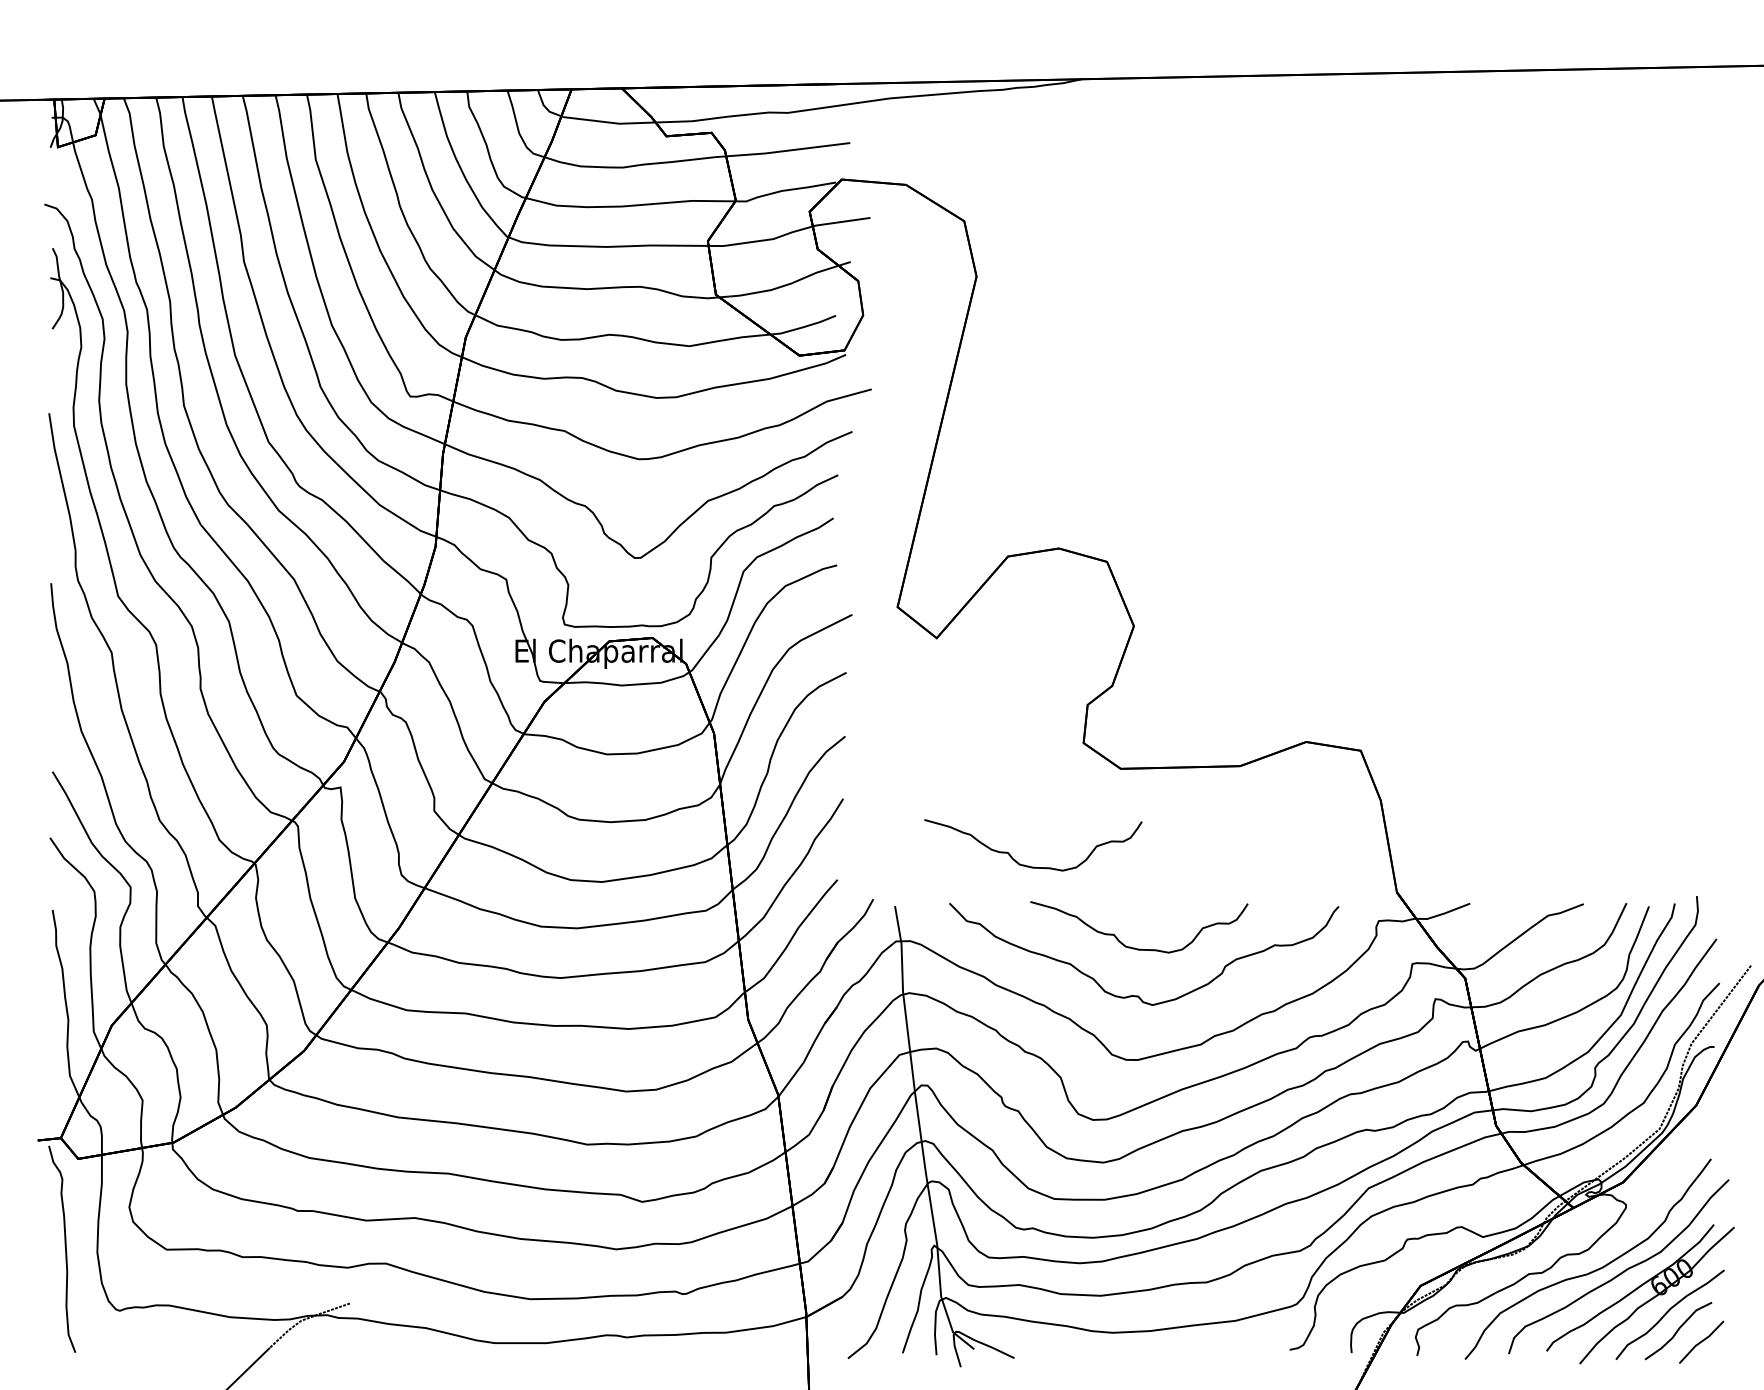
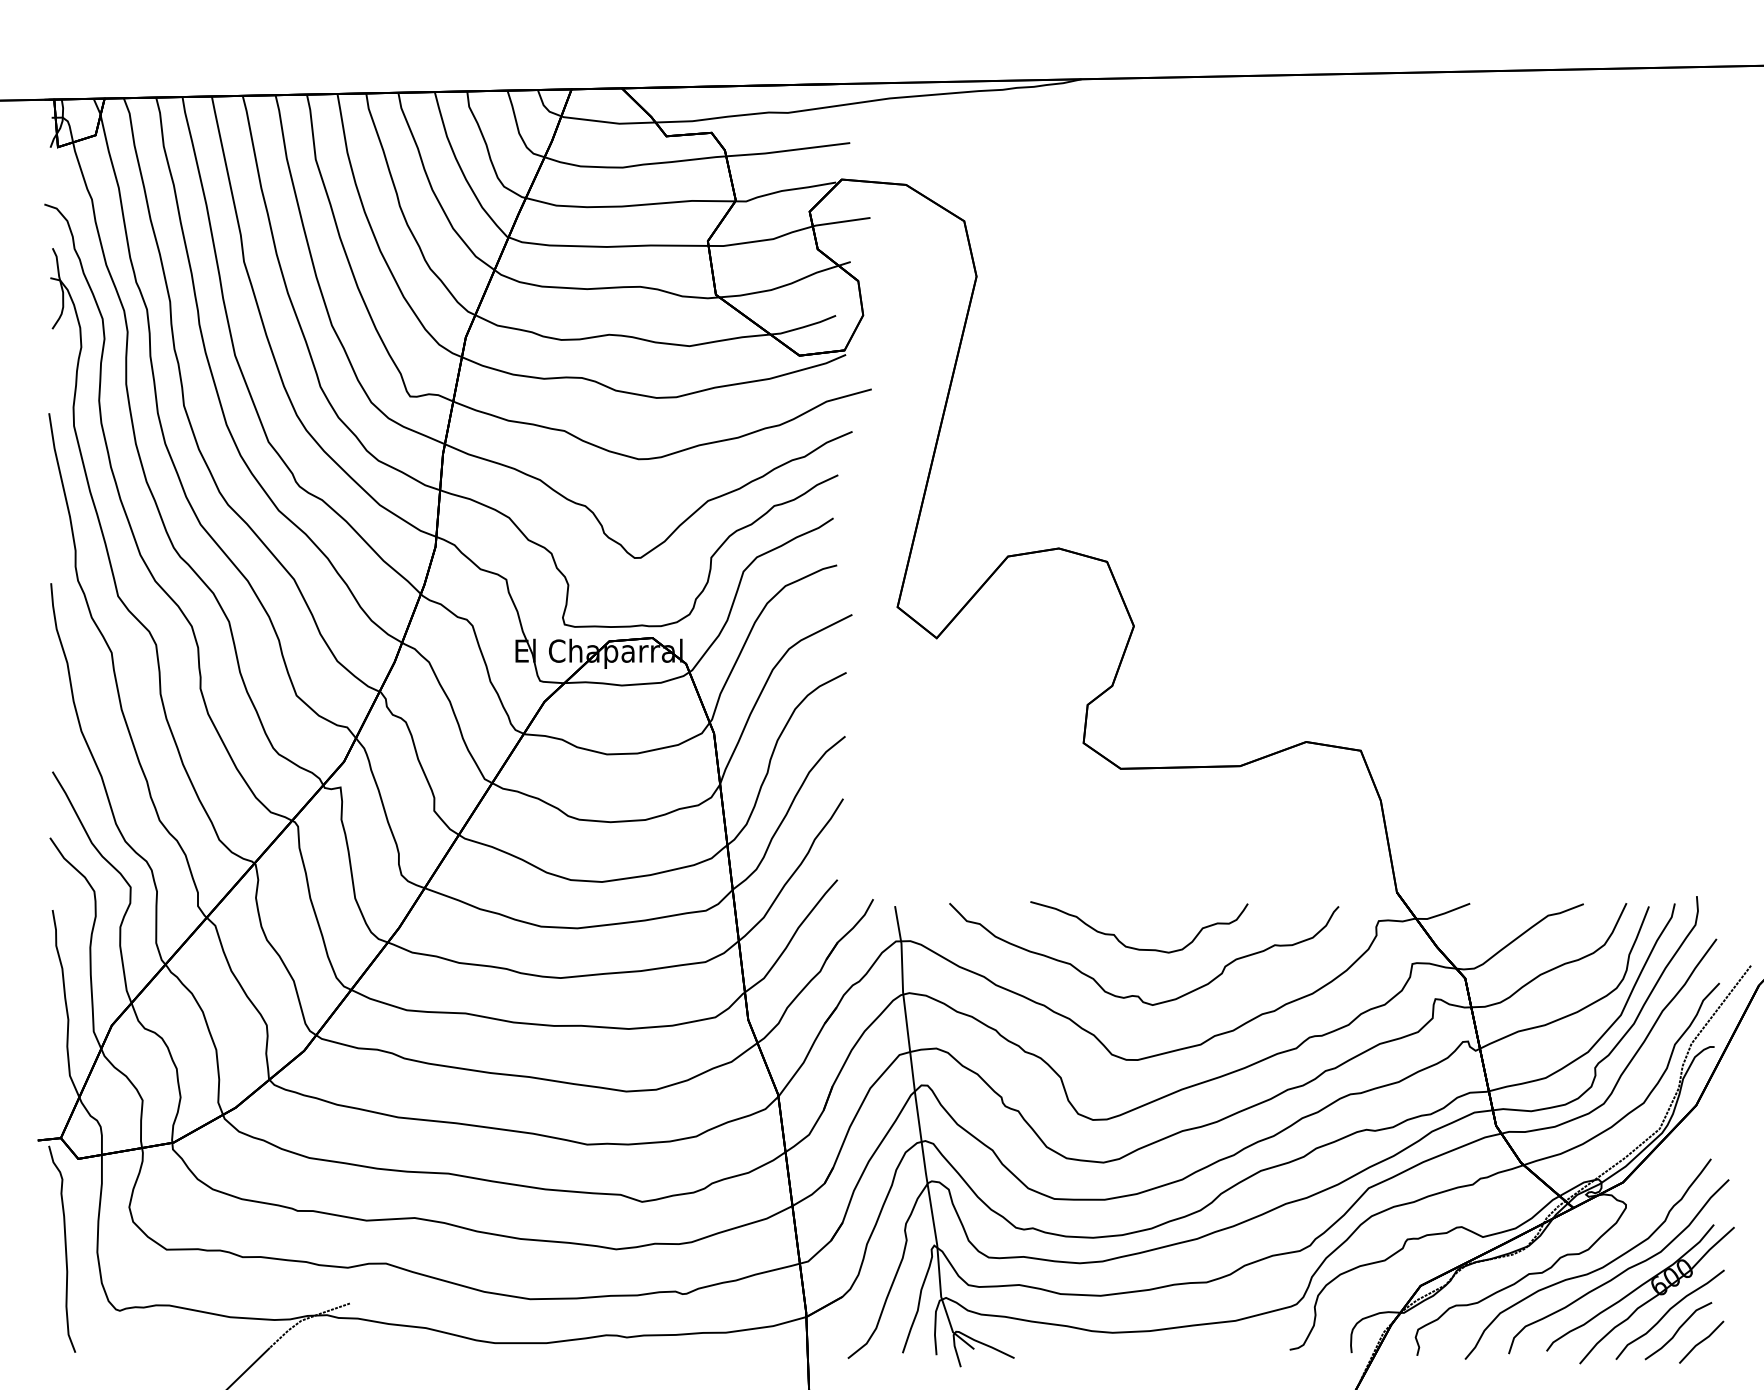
part at (1028, 865): present -> none
